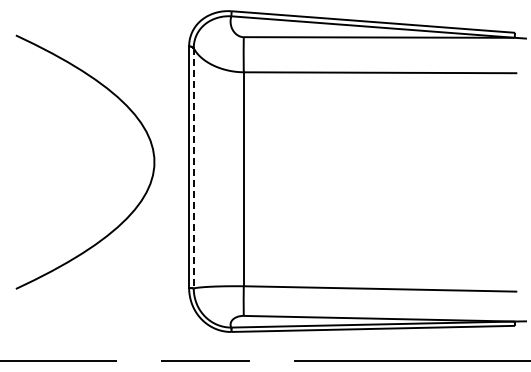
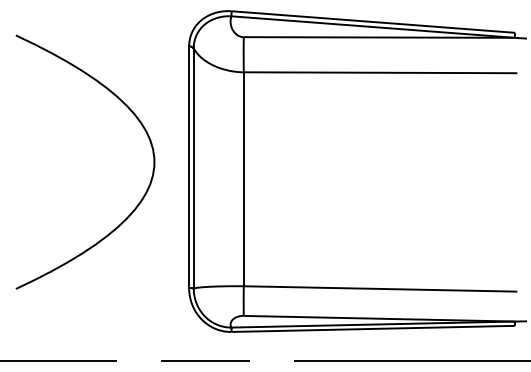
line at (193, 168): dashed -> solid
